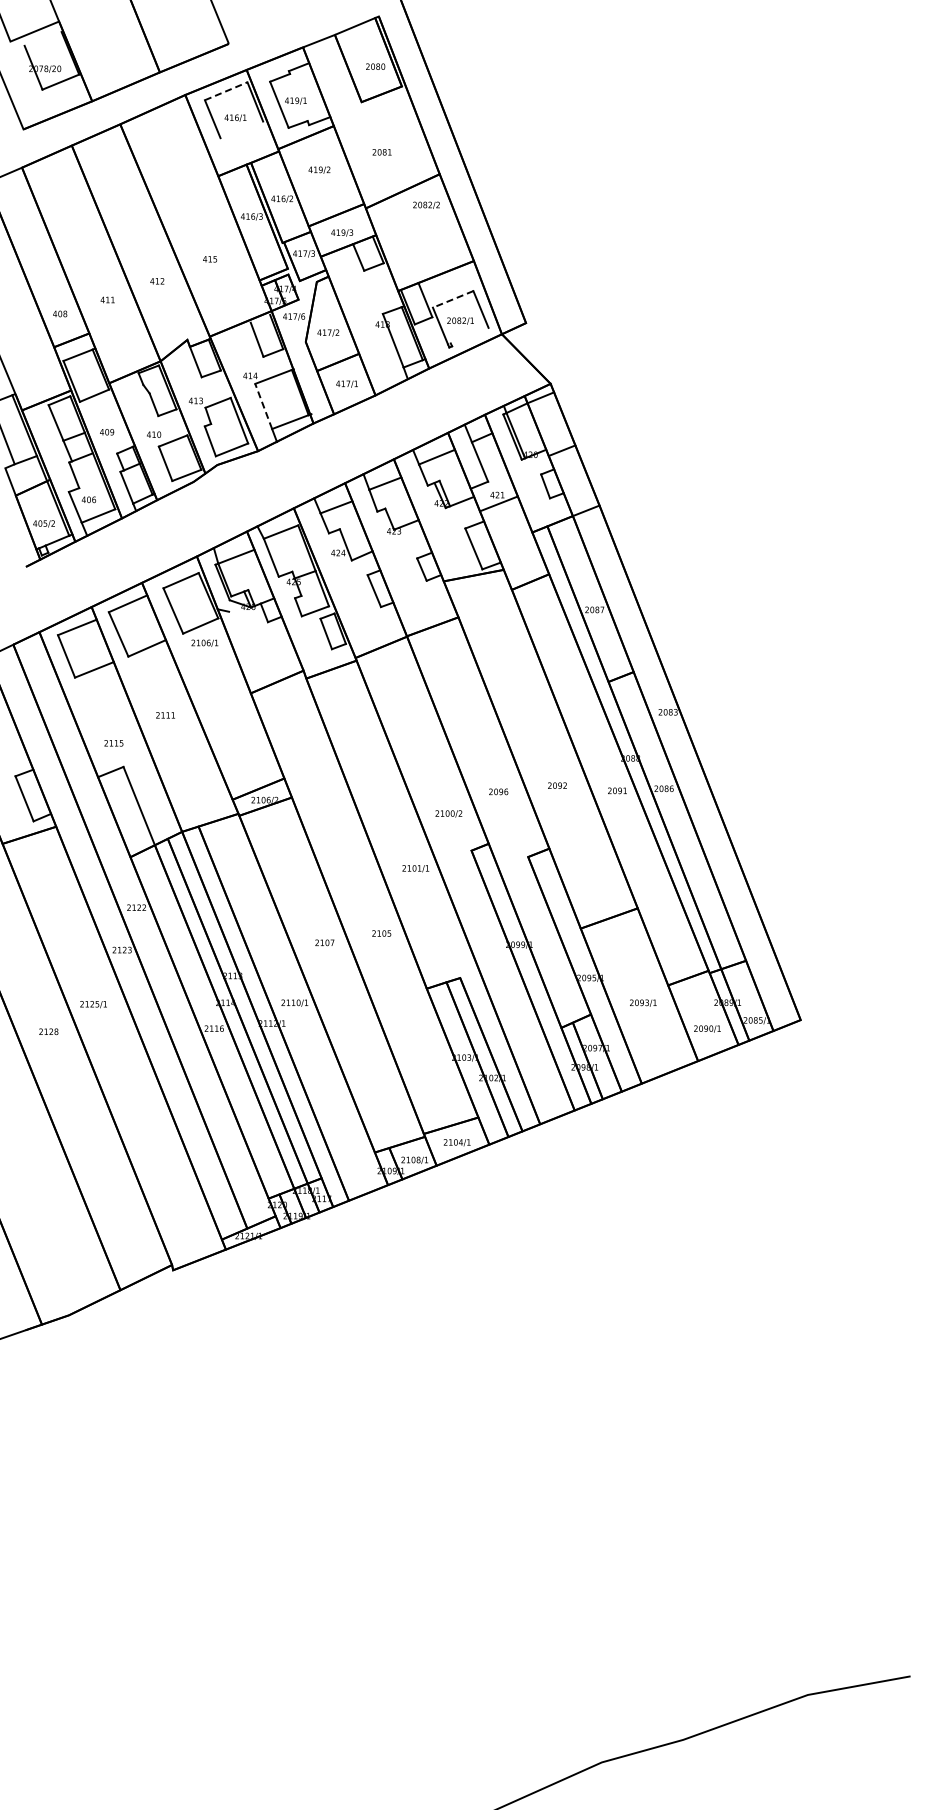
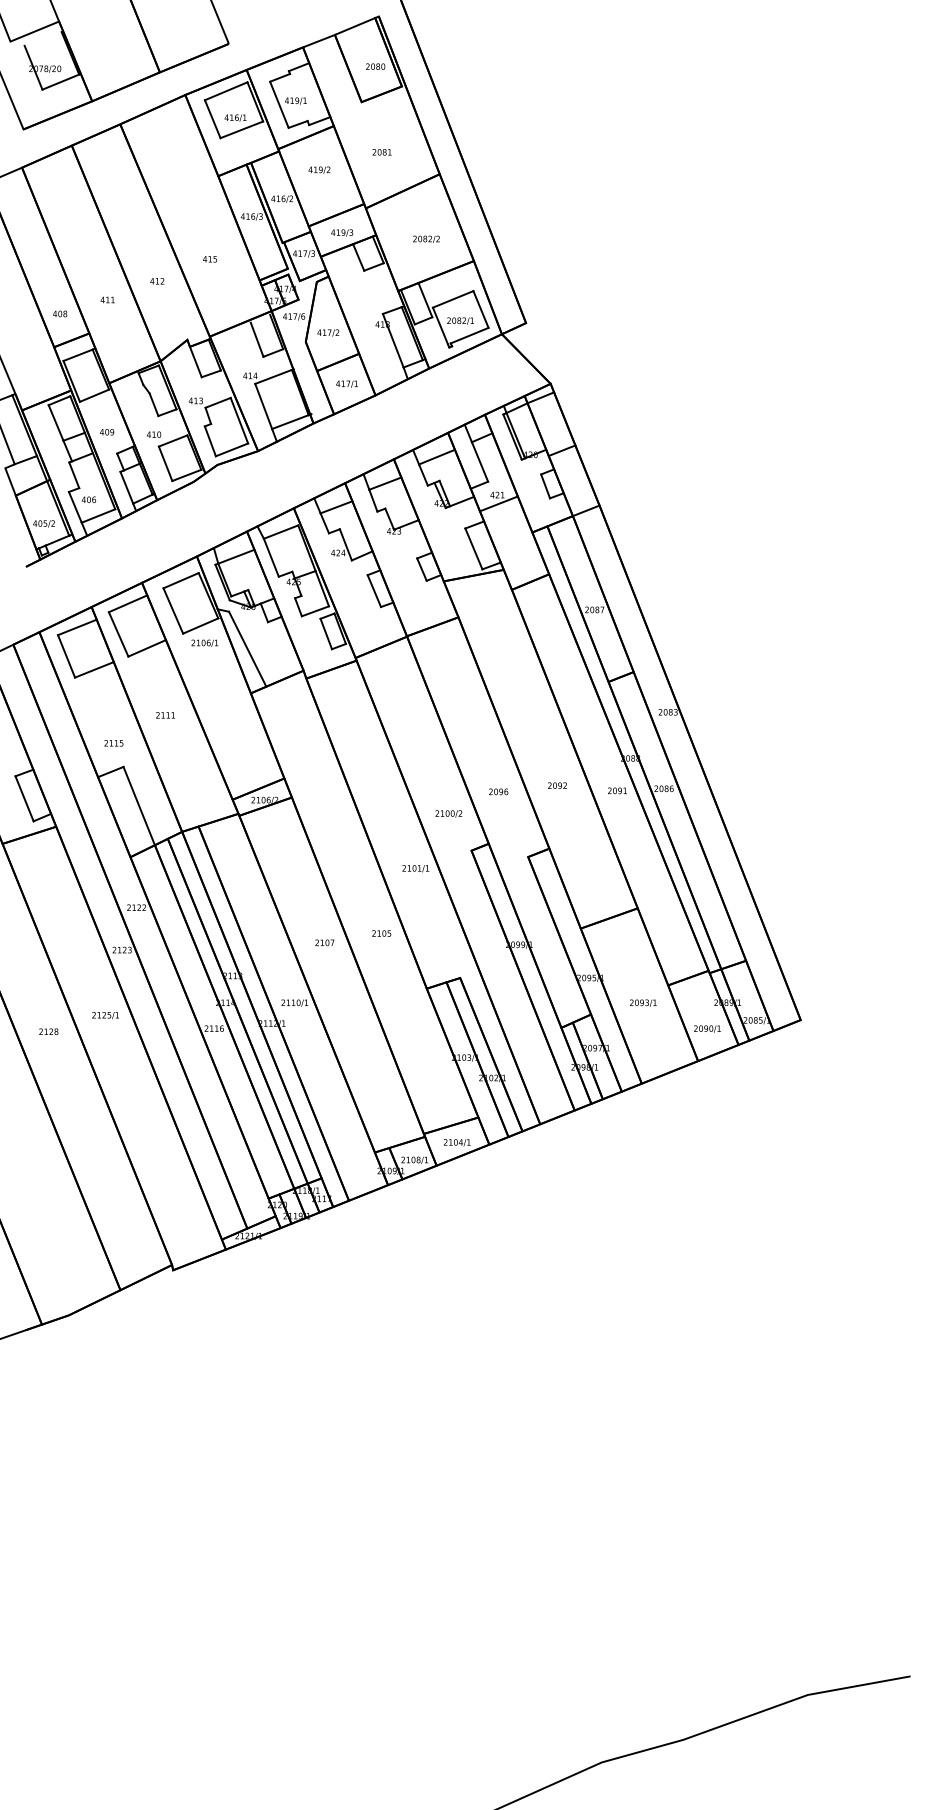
line at (226, 91): dashed -> solid
line at (241, 129): none -> present
text at (426, 204) position: (426, 204) -> (426, 238)
line at (453, 299): dashed -> solid
line at (469, 335): none -> present
line at (263, 406): dashed -> solid
line at (247, 648): none -> present
text at (93, 1004) position: (93, 1004) -> (105, 1015)
